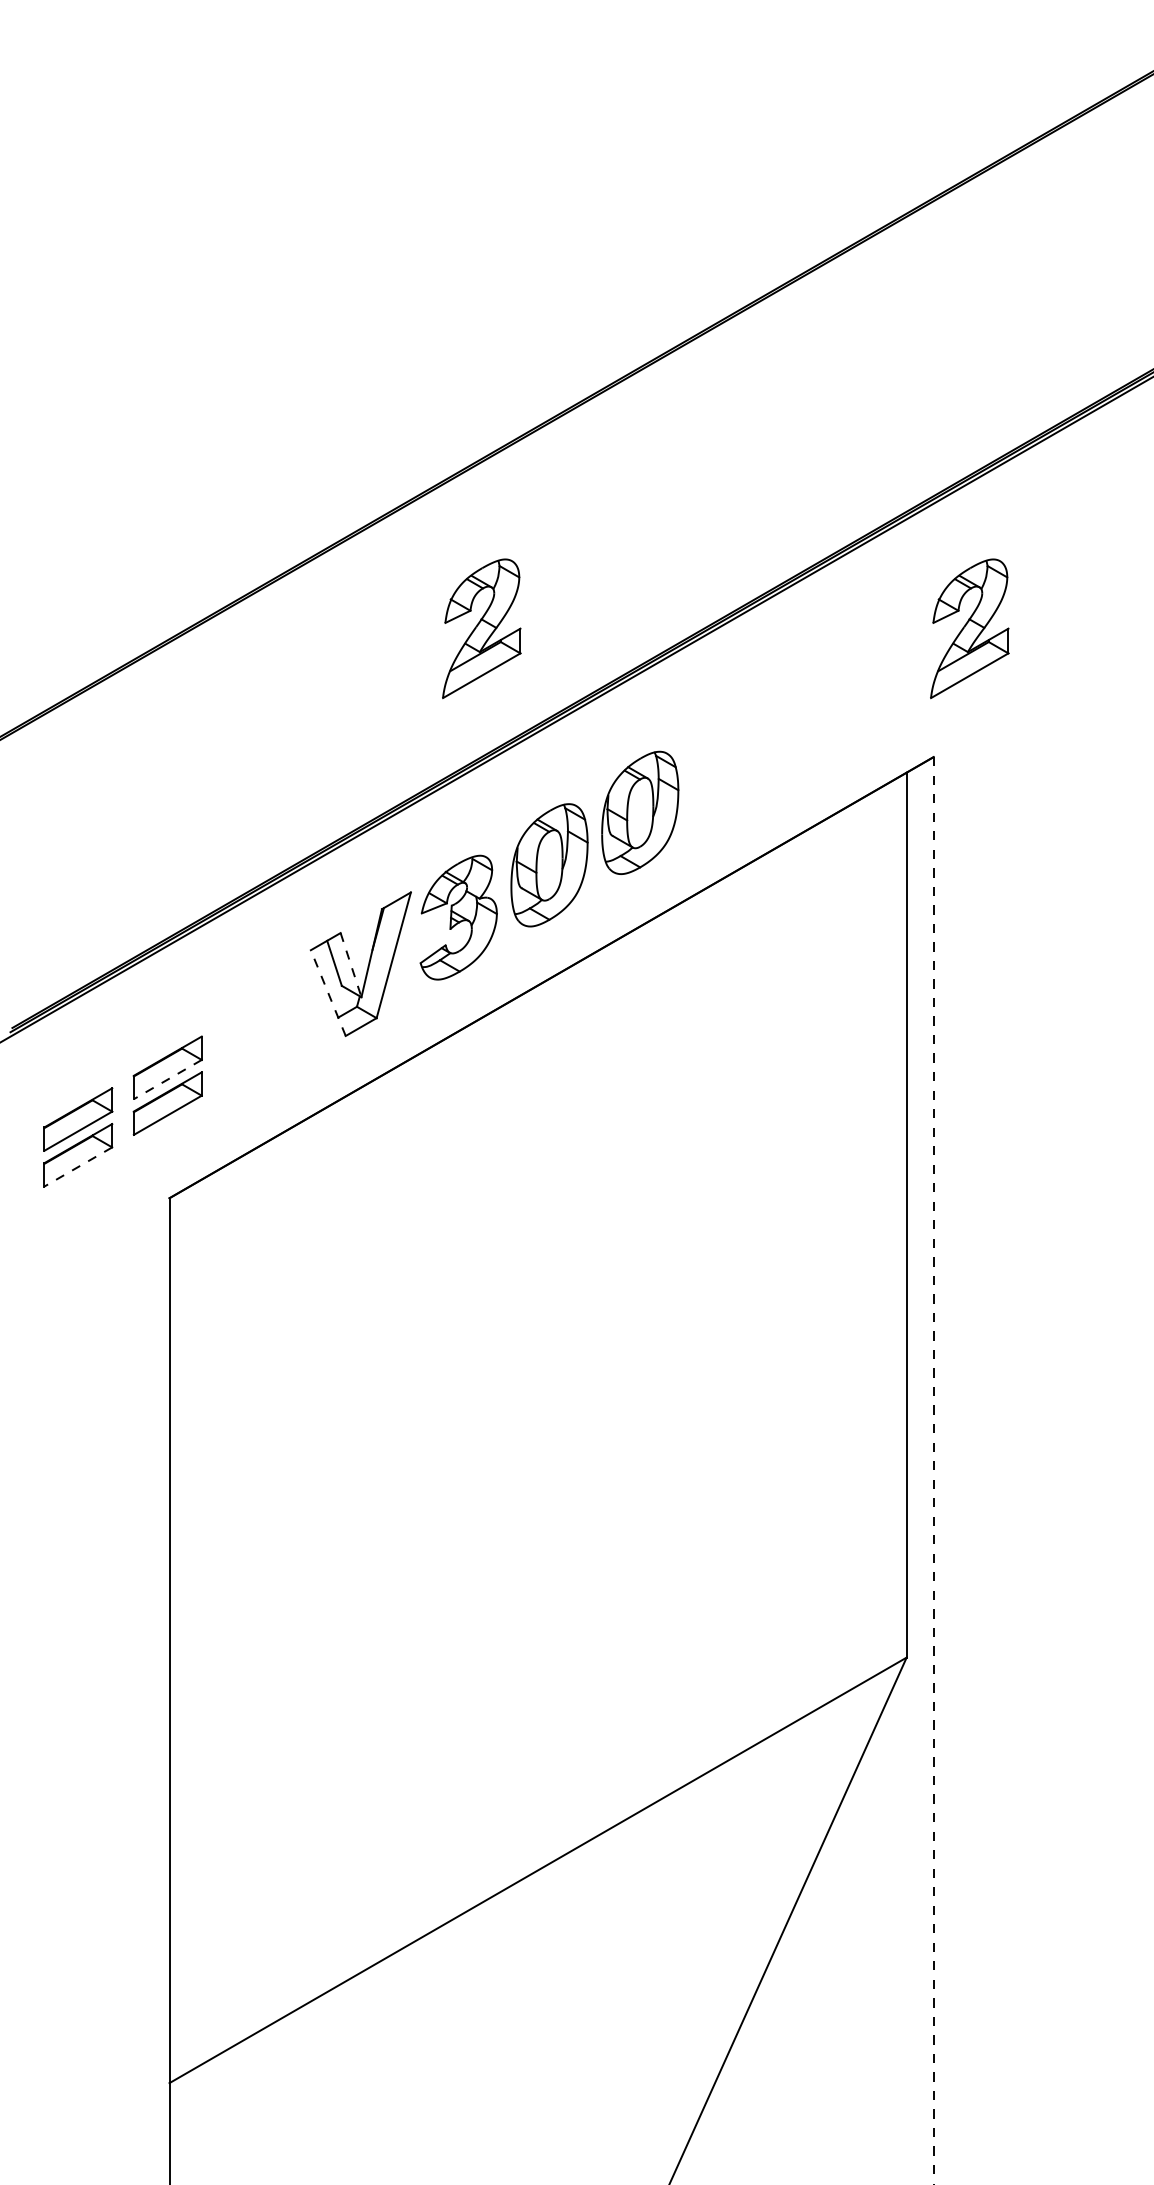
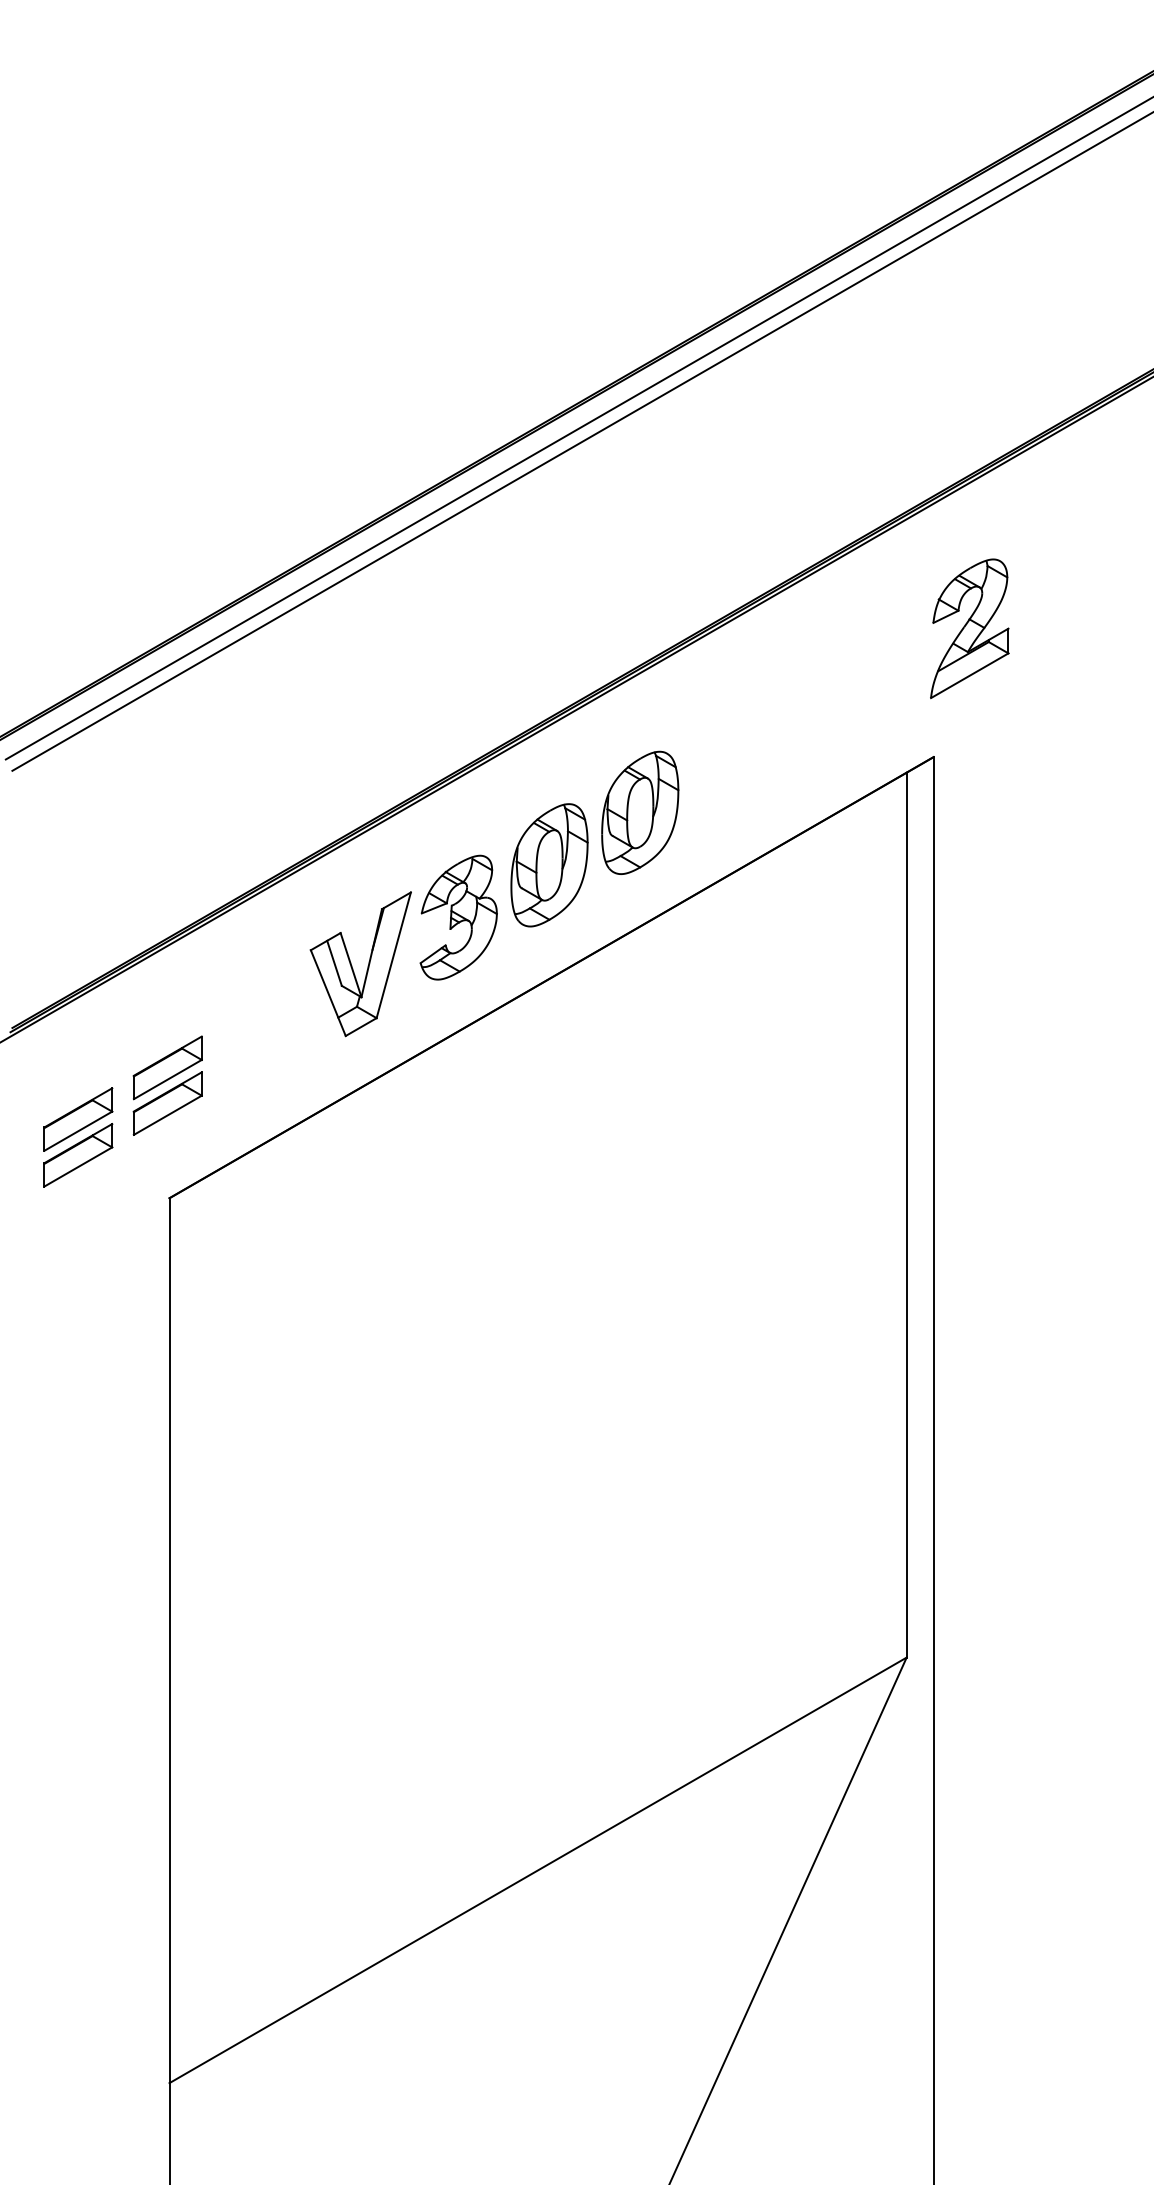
line at (577, 428): none -> present
line at (581, 441): none -> present
part at (481, 628): present -> none
line at (351, 965): dashed -> solid
line at (328, 992): dashed -> solid
line at (167, 1079): dashed -> solid
line at (77, 1167): dashed -> solid
line at (933, 1470): dashed -> solid
